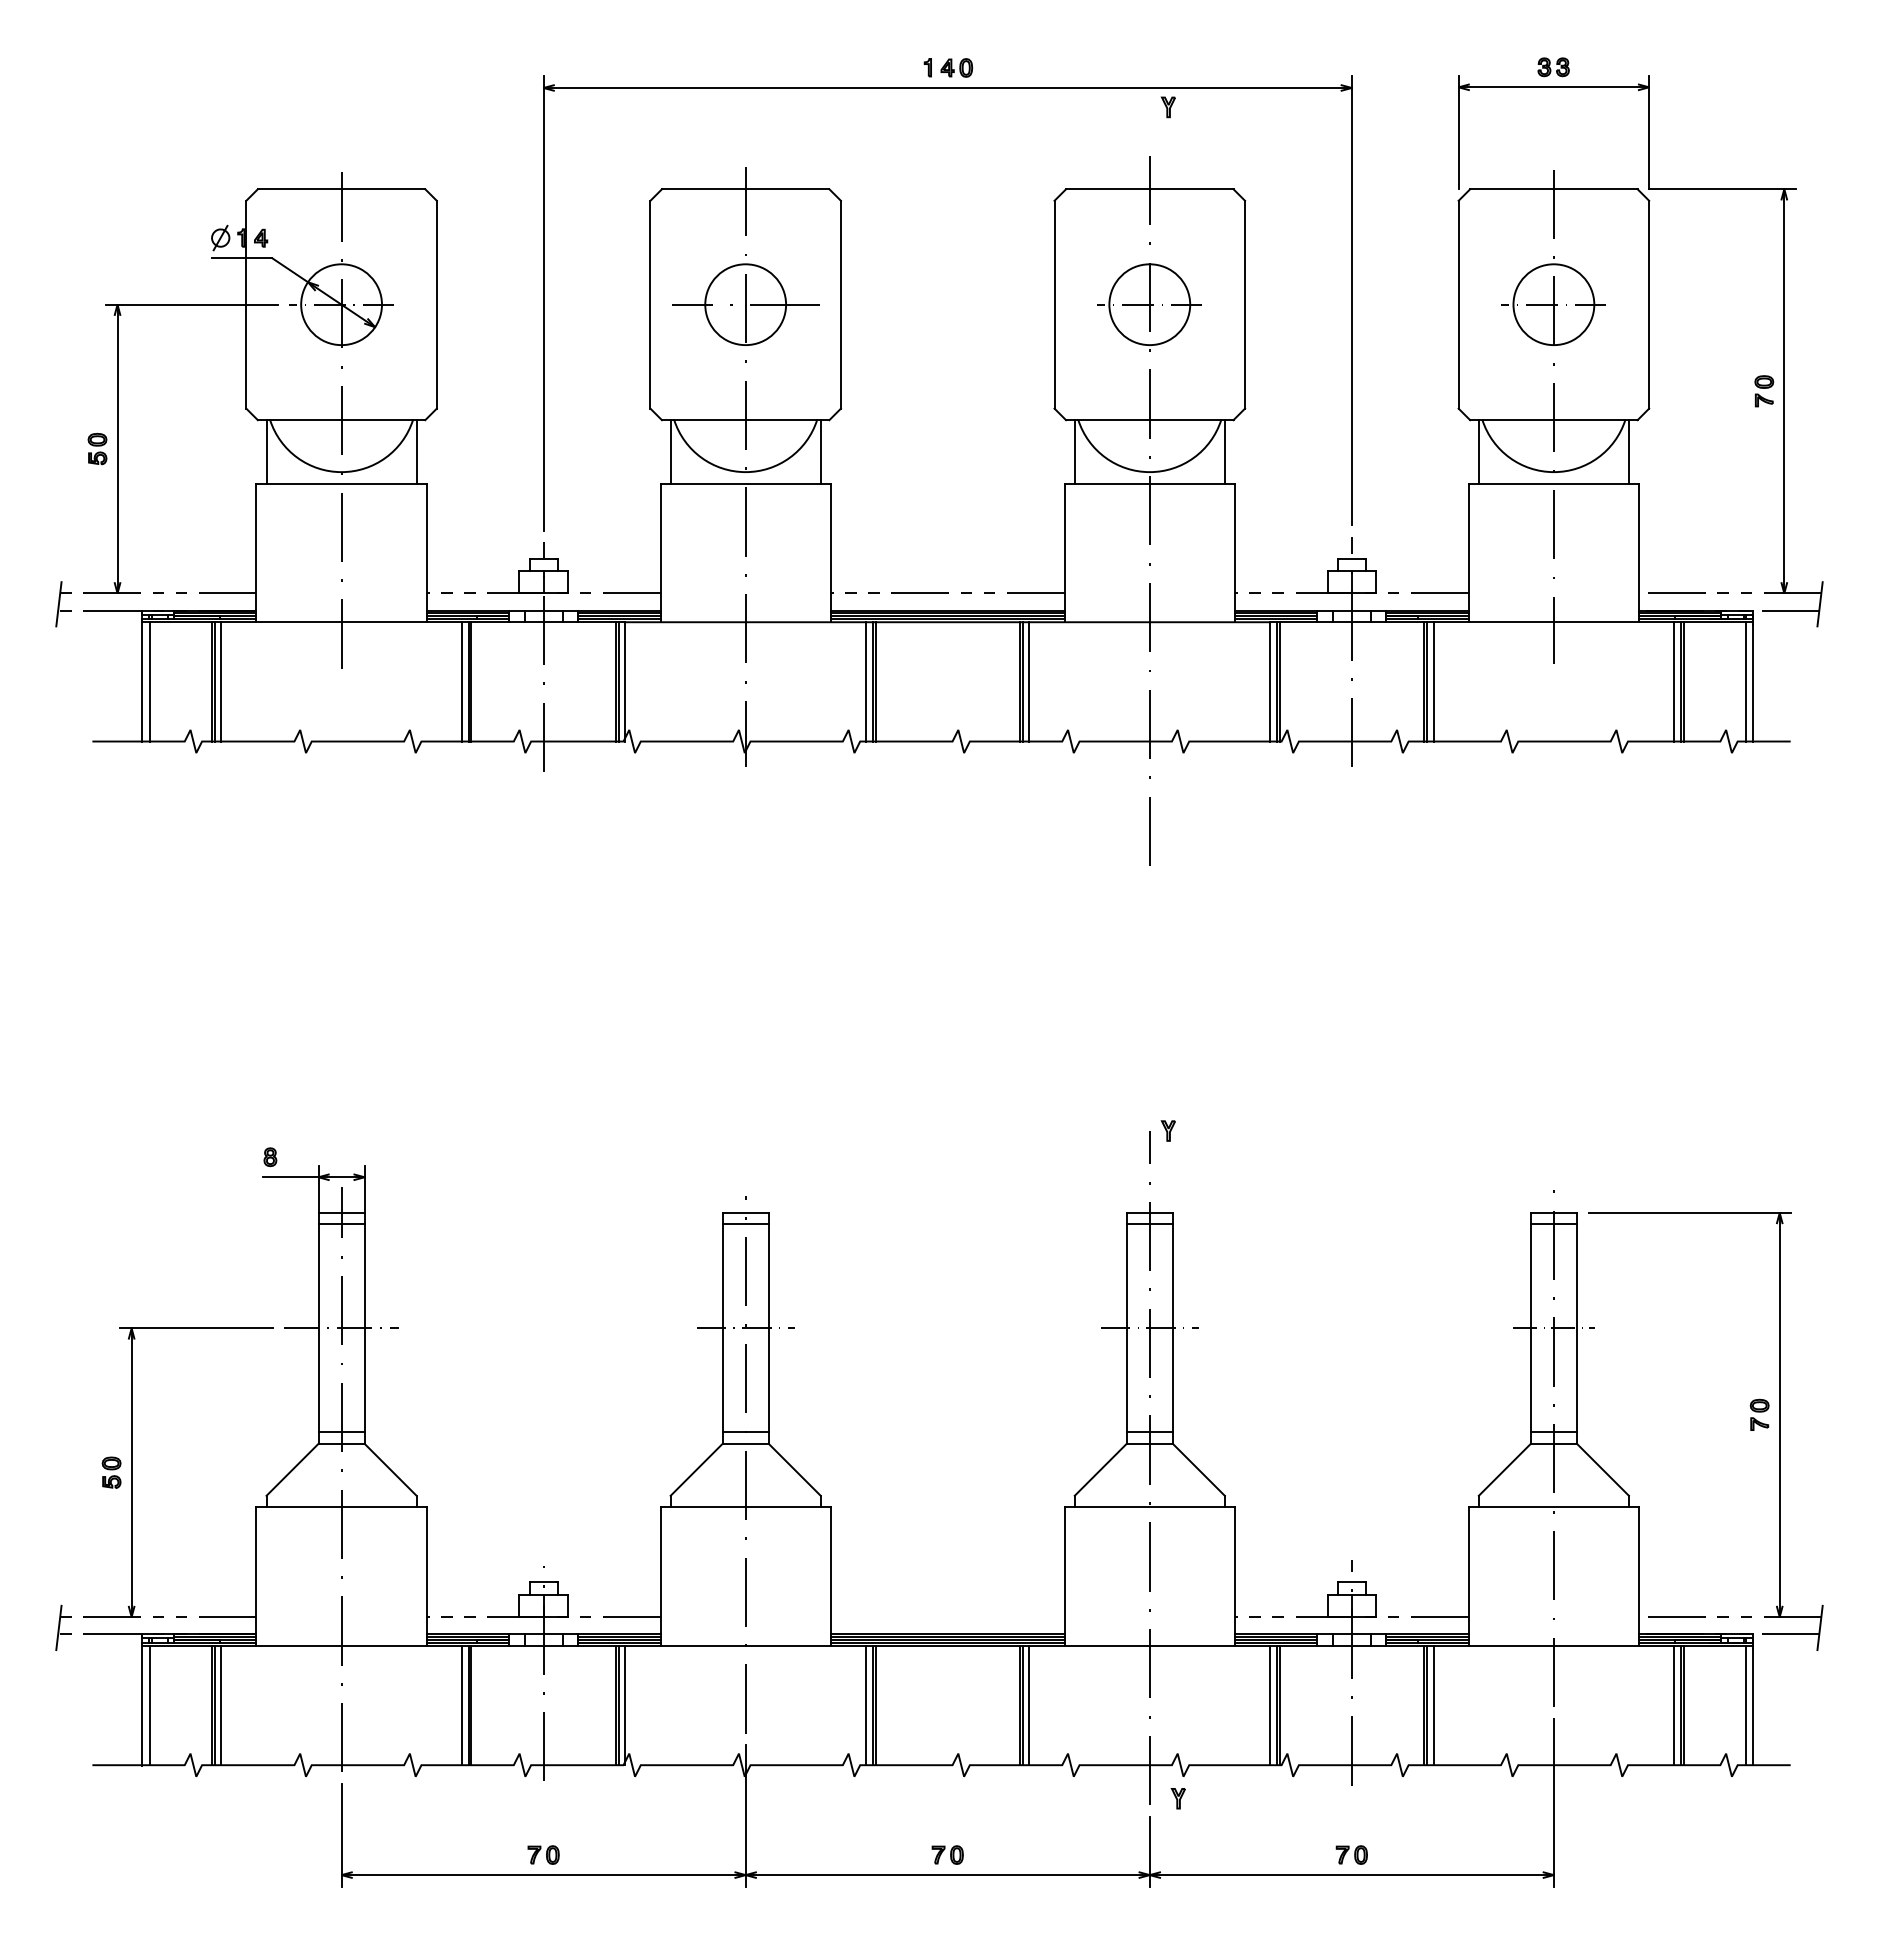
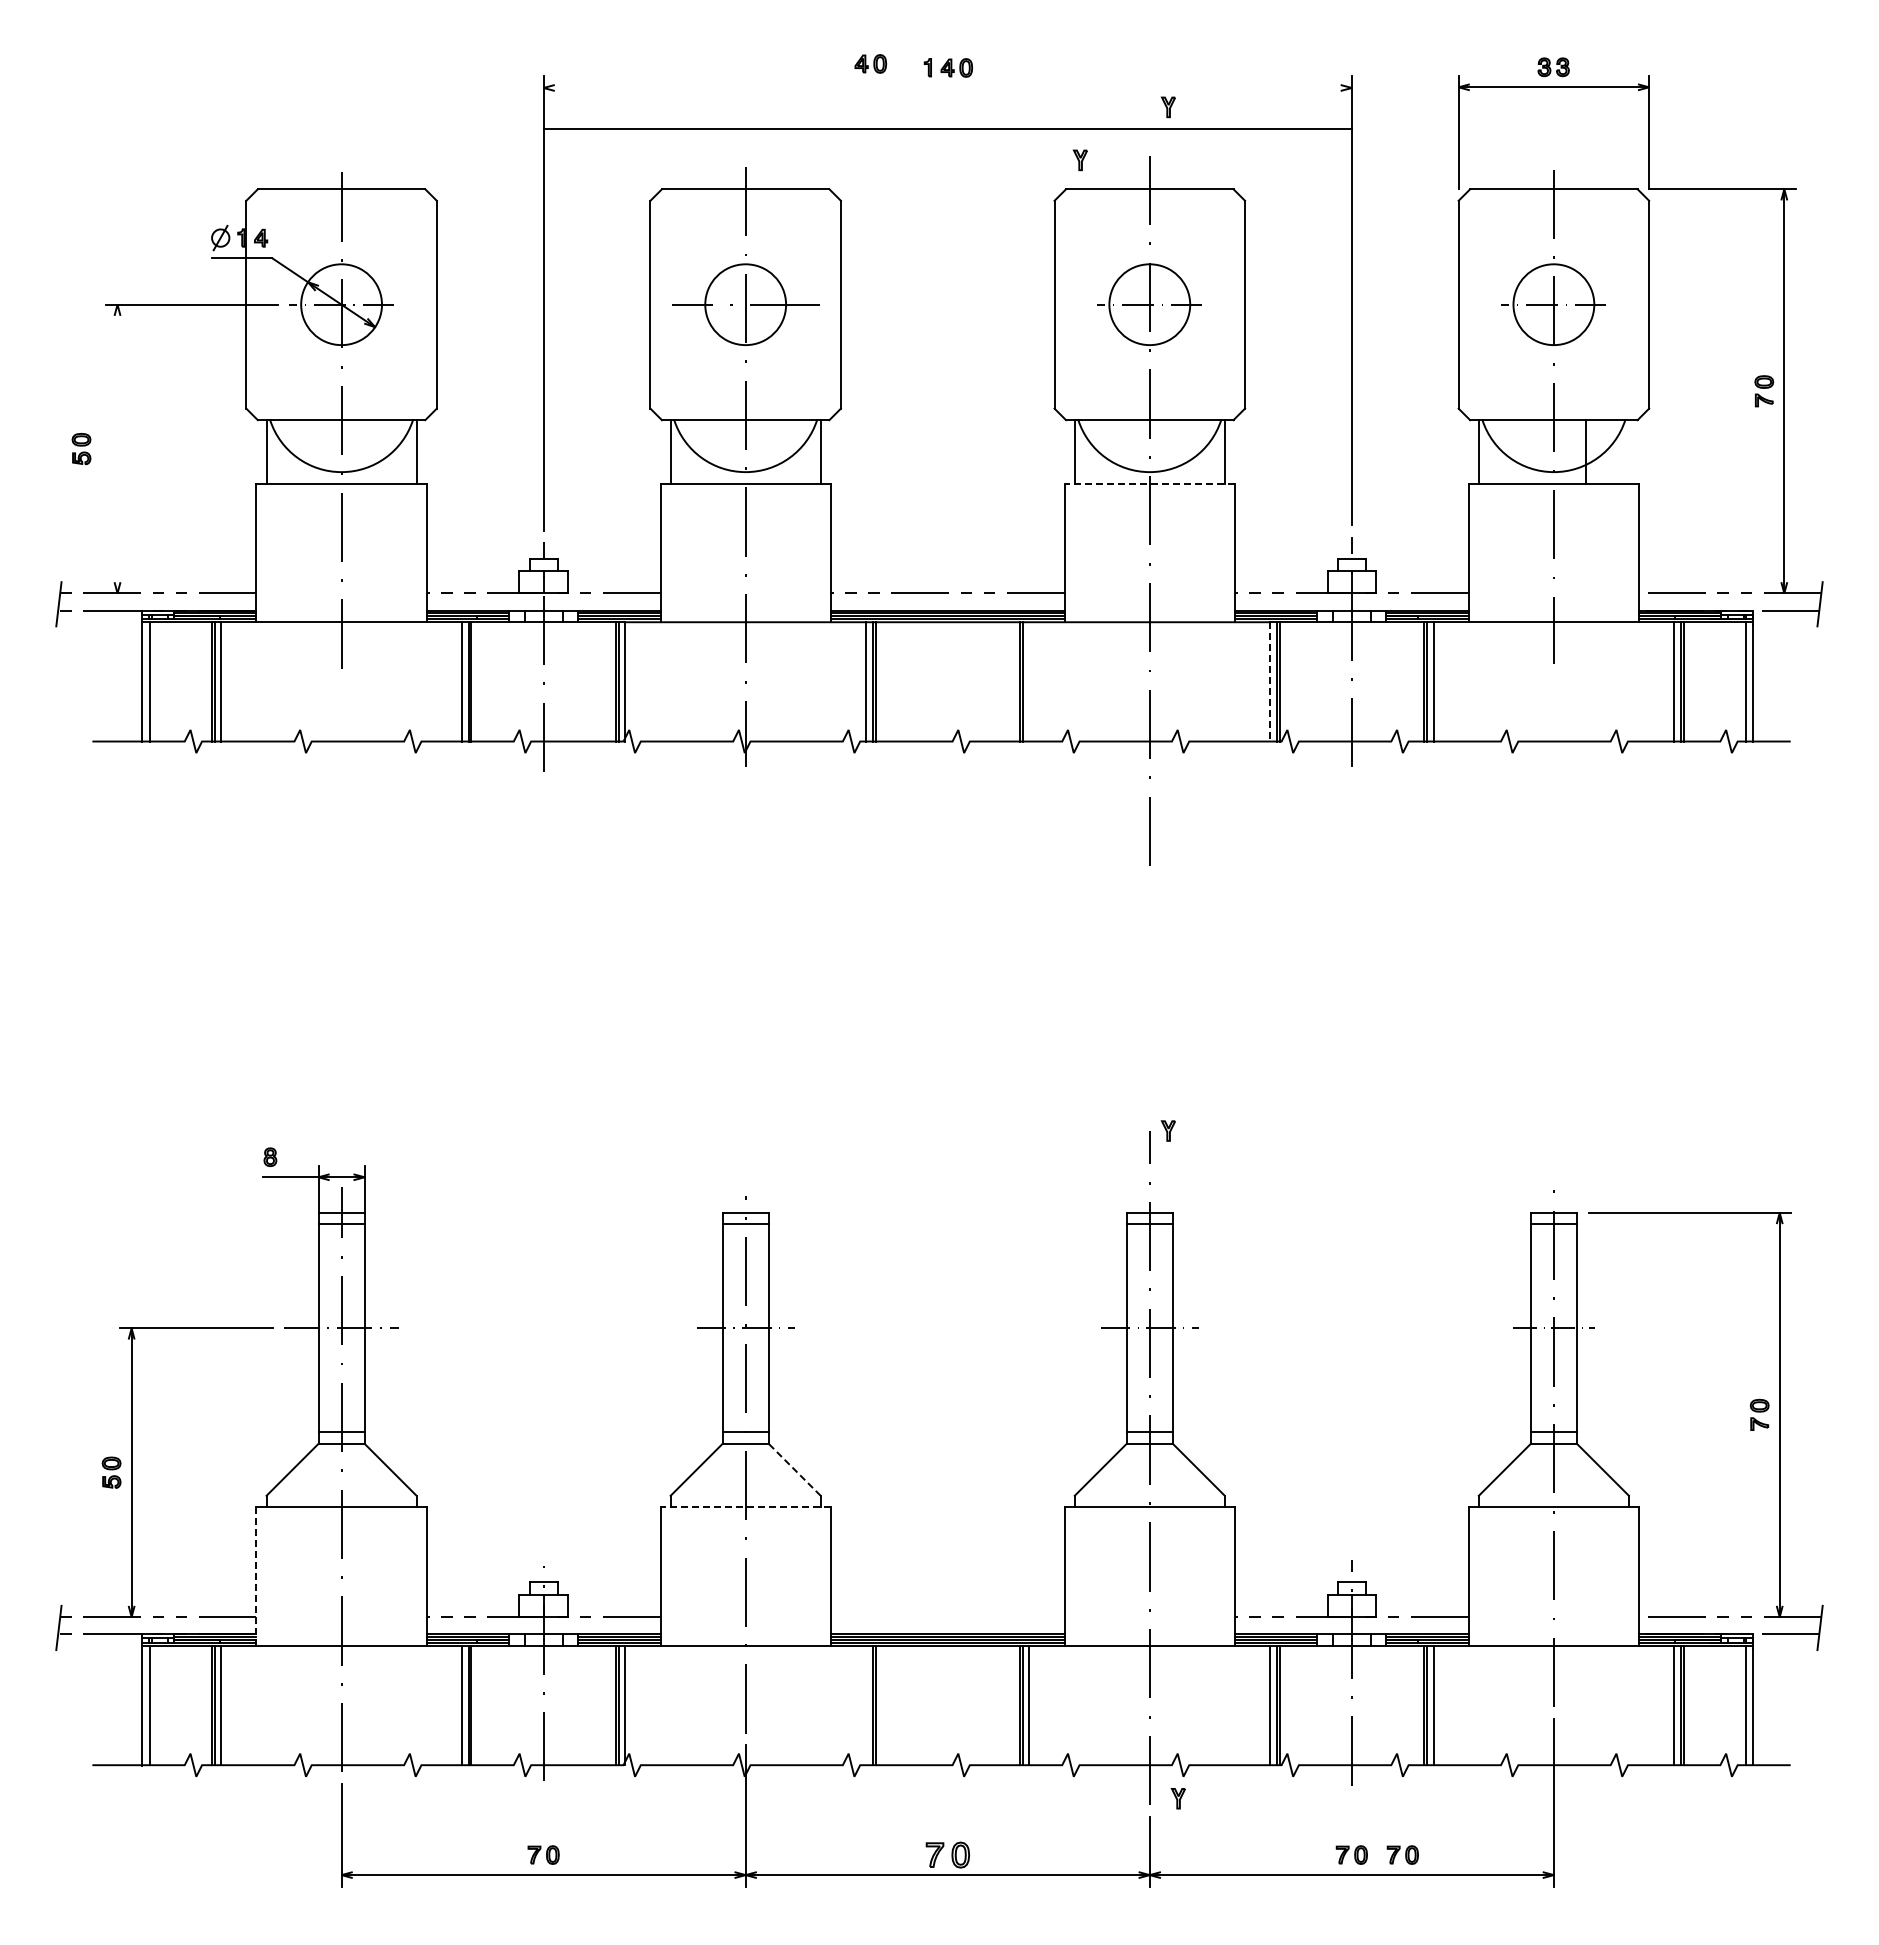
part at (870, 63): none -> present
line at (947, 87) position: (947, 87) -> (947, 128)
part at (1079, 160): none -> present
part at (97, 448) position: (97, 448) -> (81, 448)
line at (117, 448): present -> none
line at (1628, 451) position: (1628, 451) -> (1585, 451)
line at (1149, 483): solid -> dashed
line at (1029, 681): present -> none
line at (1270, 681): solid -> dashed
line at (794, 1469): solid -> dashed
line at (745, 1507): solid -> dashed
line at (256, 1576): solid -> dashed
line at (866, 1705): present -> none
part at (947, 1854) size: 33x20 px -> 45x28 px
part at (1402, 1854): none -> present
